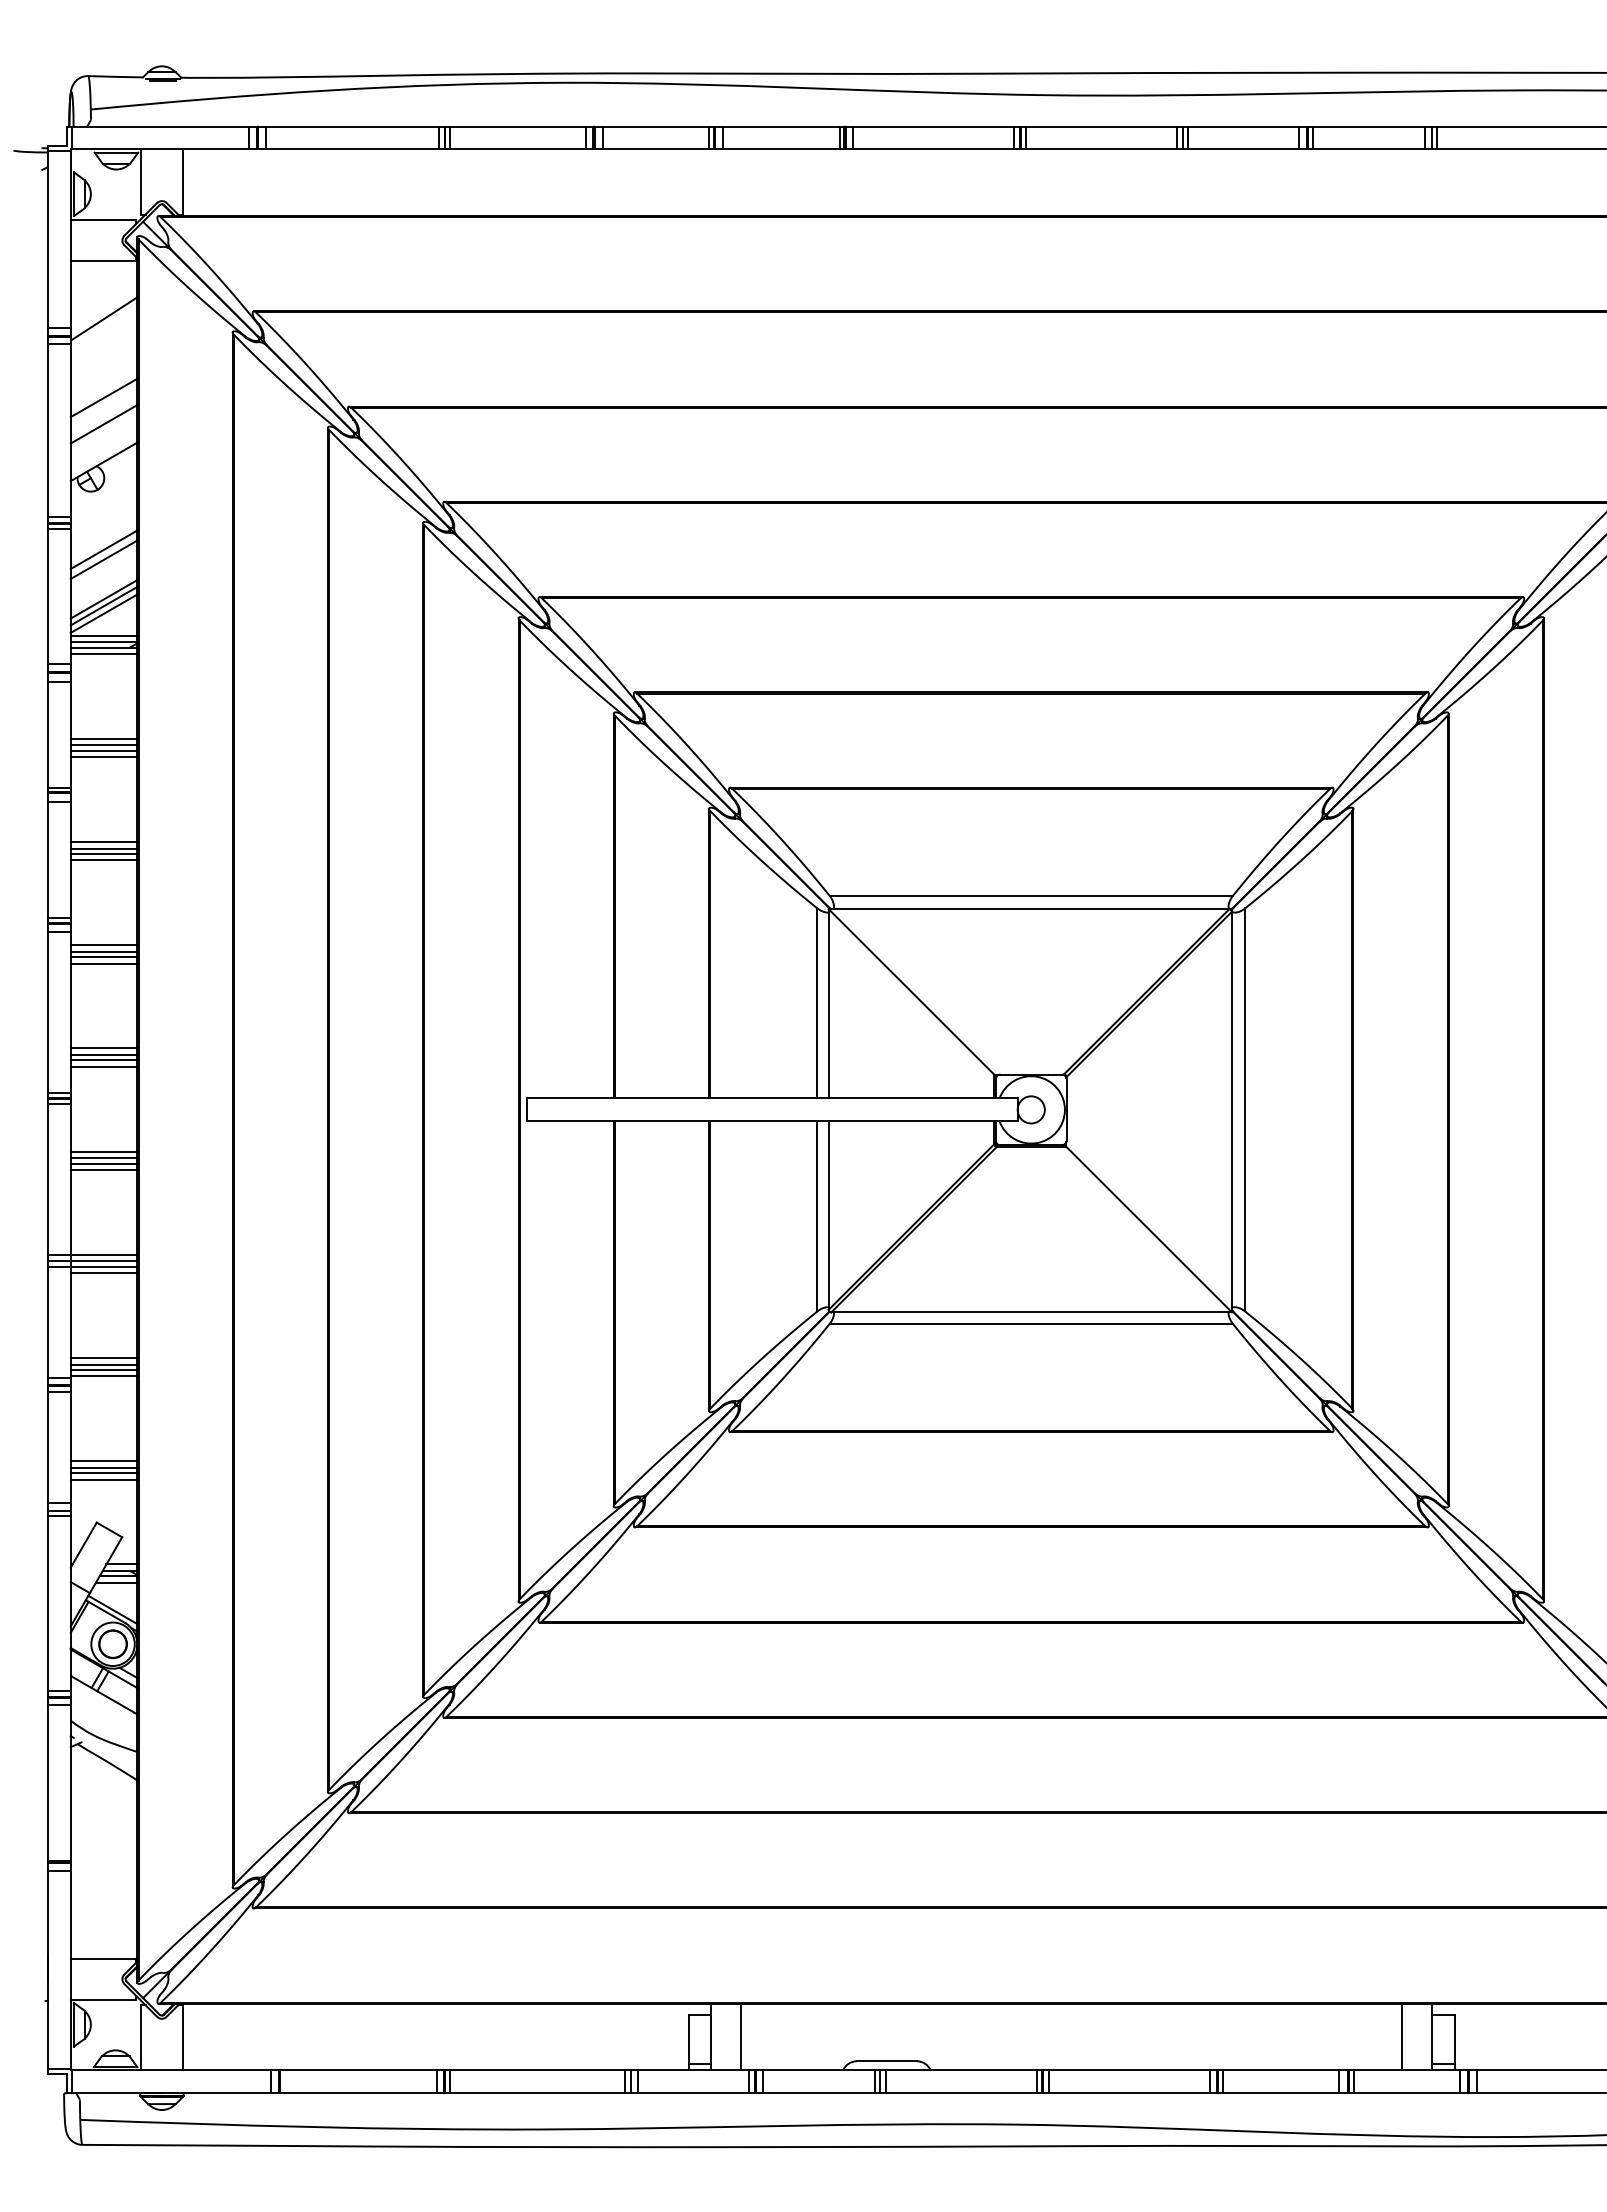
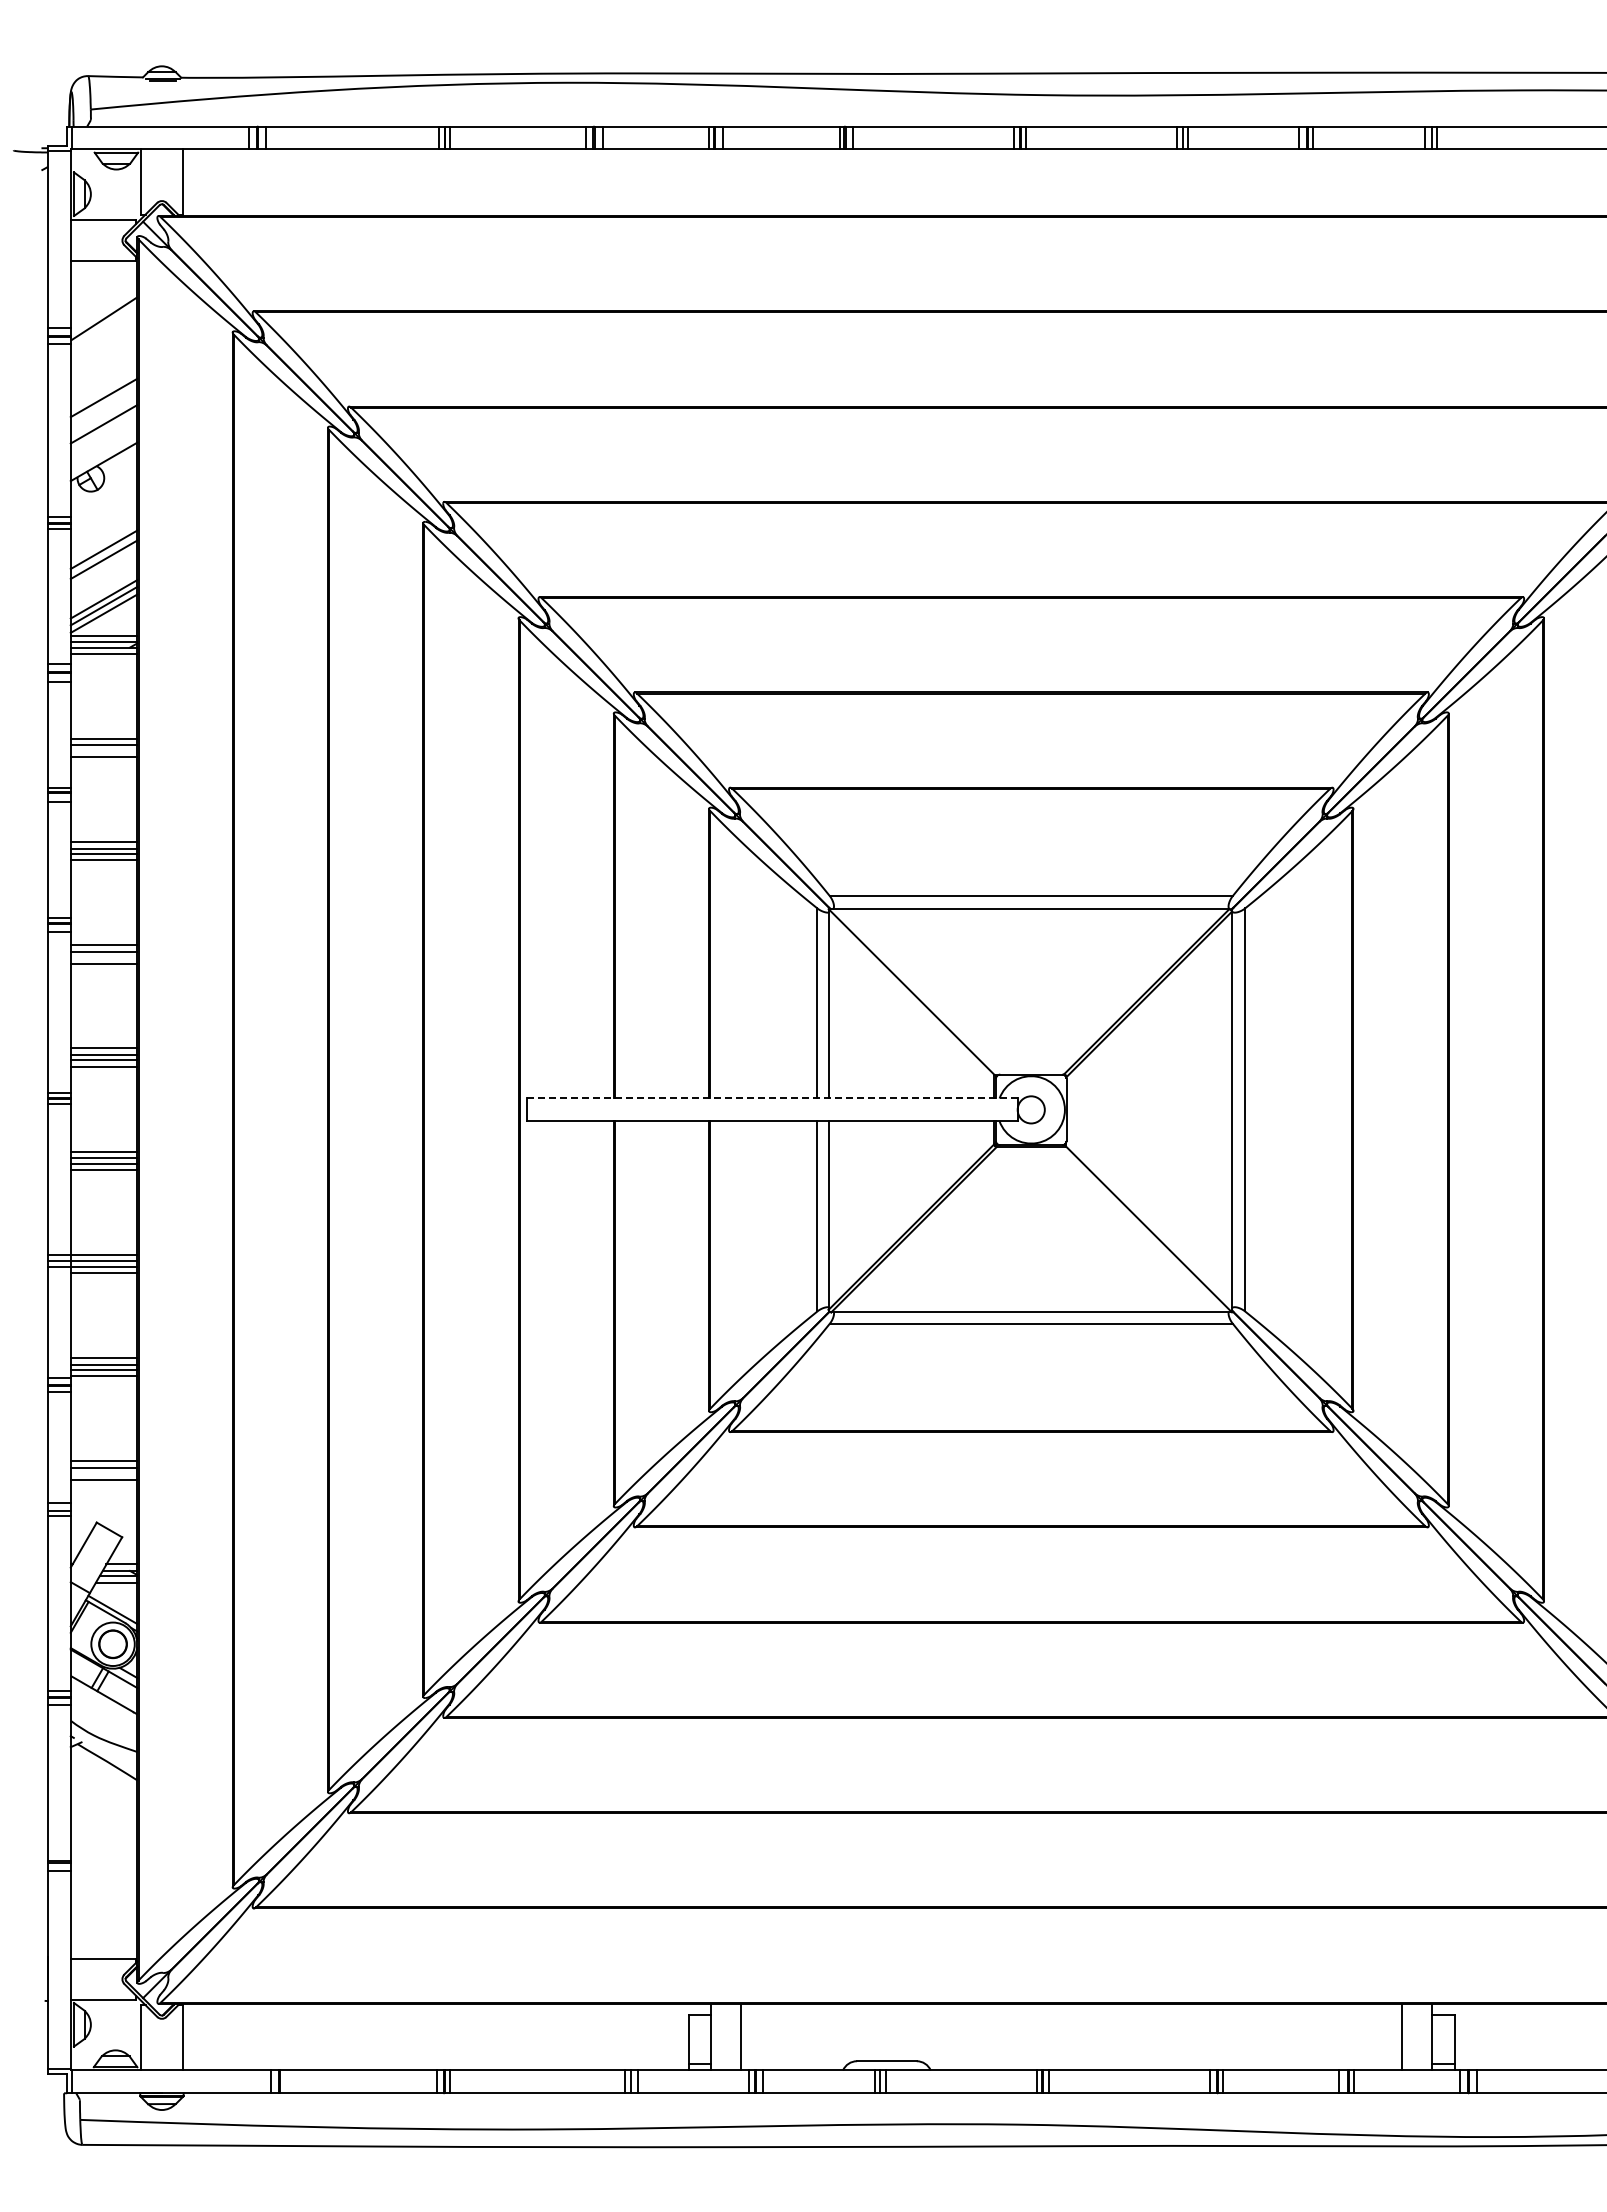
line at (103, 750): present -> none
line at (103, 957): present -> none
line at (772, 1098): solid -> dashed
line at (103, 1473): present -> none
